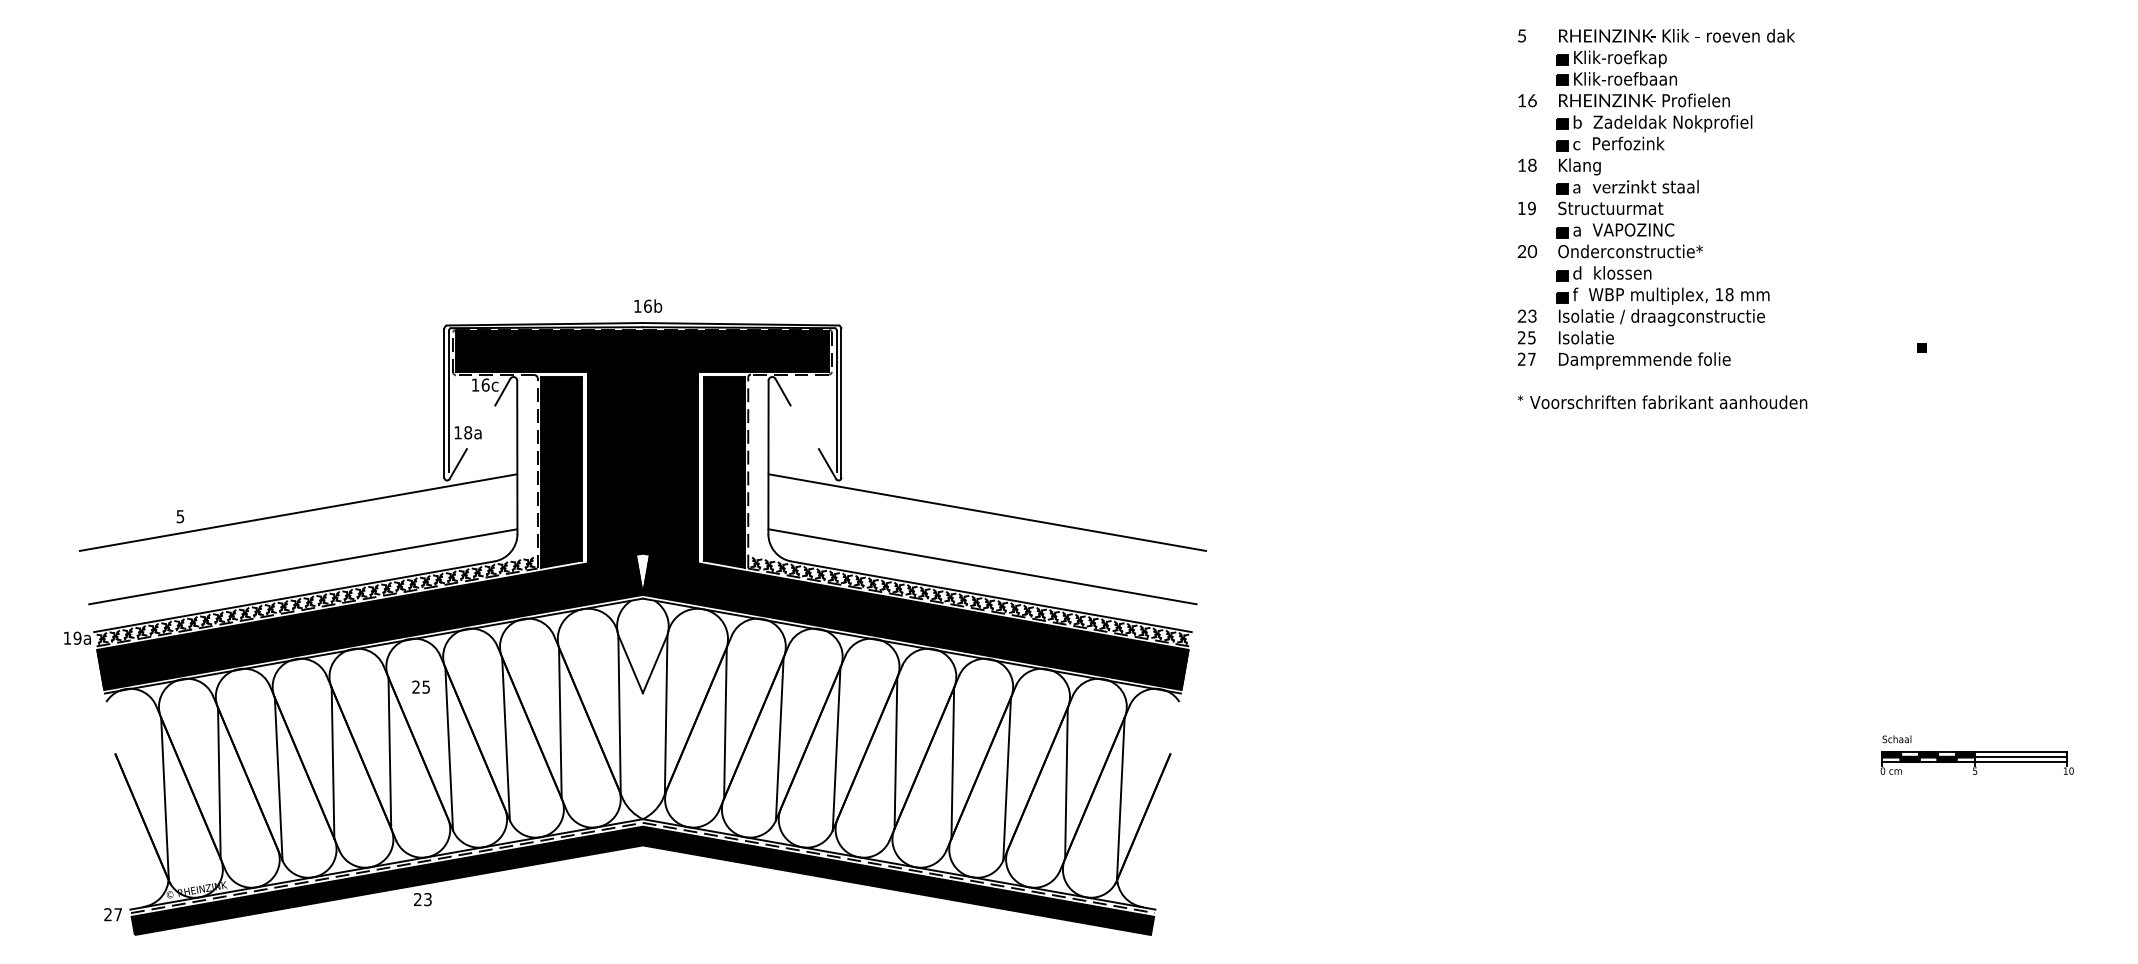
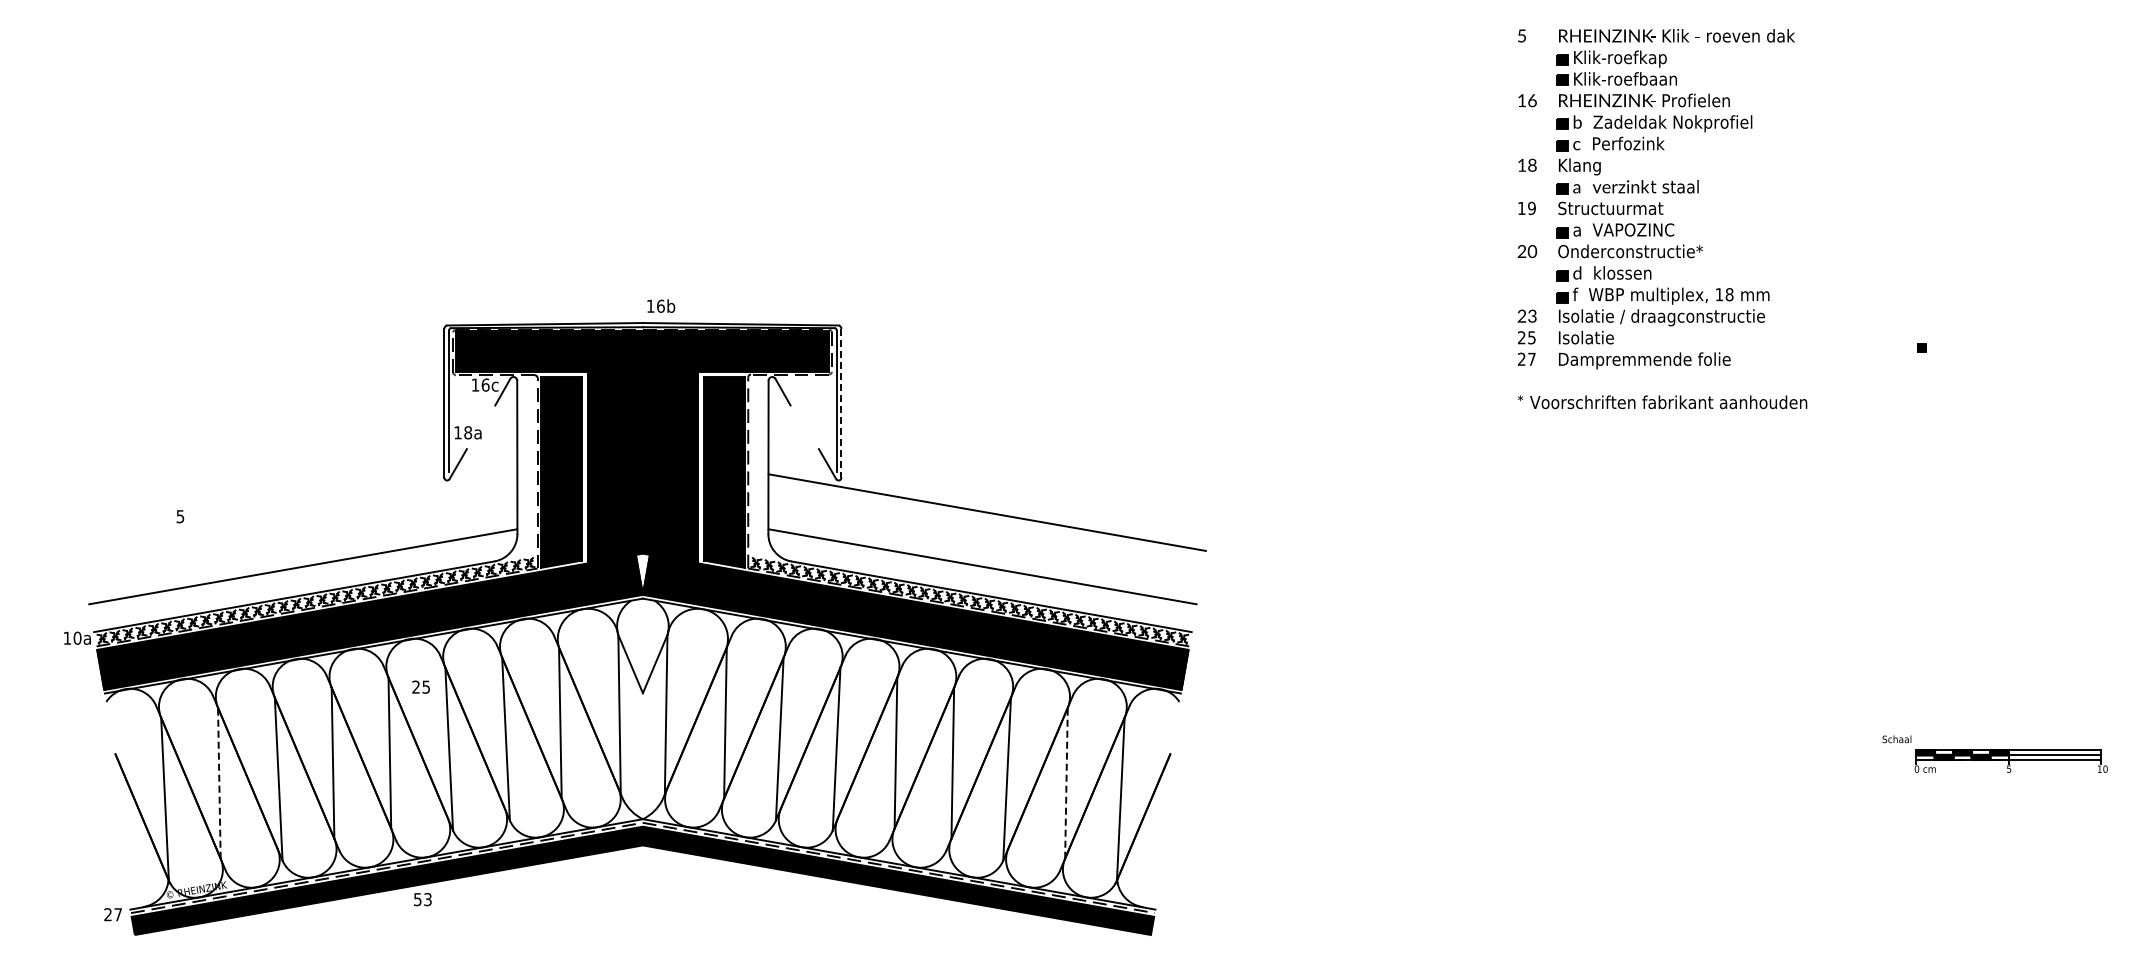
text at (648, 305) position: (648, 305) -> (661, 305)
line at (841, 403): solid -> dashed
line at (298, 512): present -> none
text at (77, 638): 19a -> 10a
part at (1976, 762) position: (1976, 762) -> (2010, 760)
line at (219, 782): solid -> dashed
line at (1066, 782): solid -> dashed
text at (417, 899): 23 -> 53
